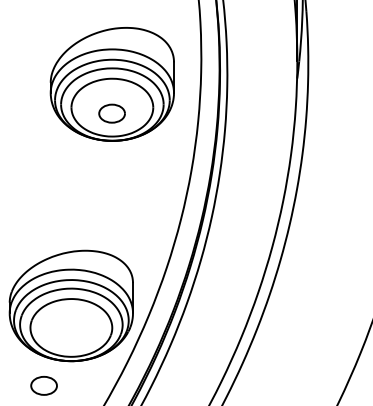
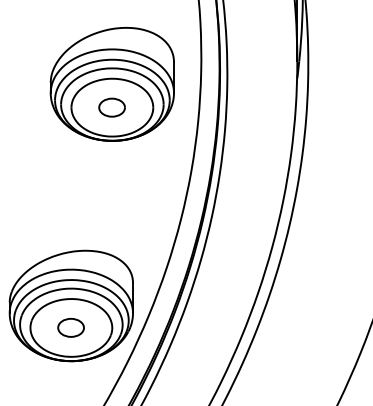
part at (111, 113) position: (111, 113) -> (111, 107)
part at (43, 385) position: (43, 385) -> (70, 327)
